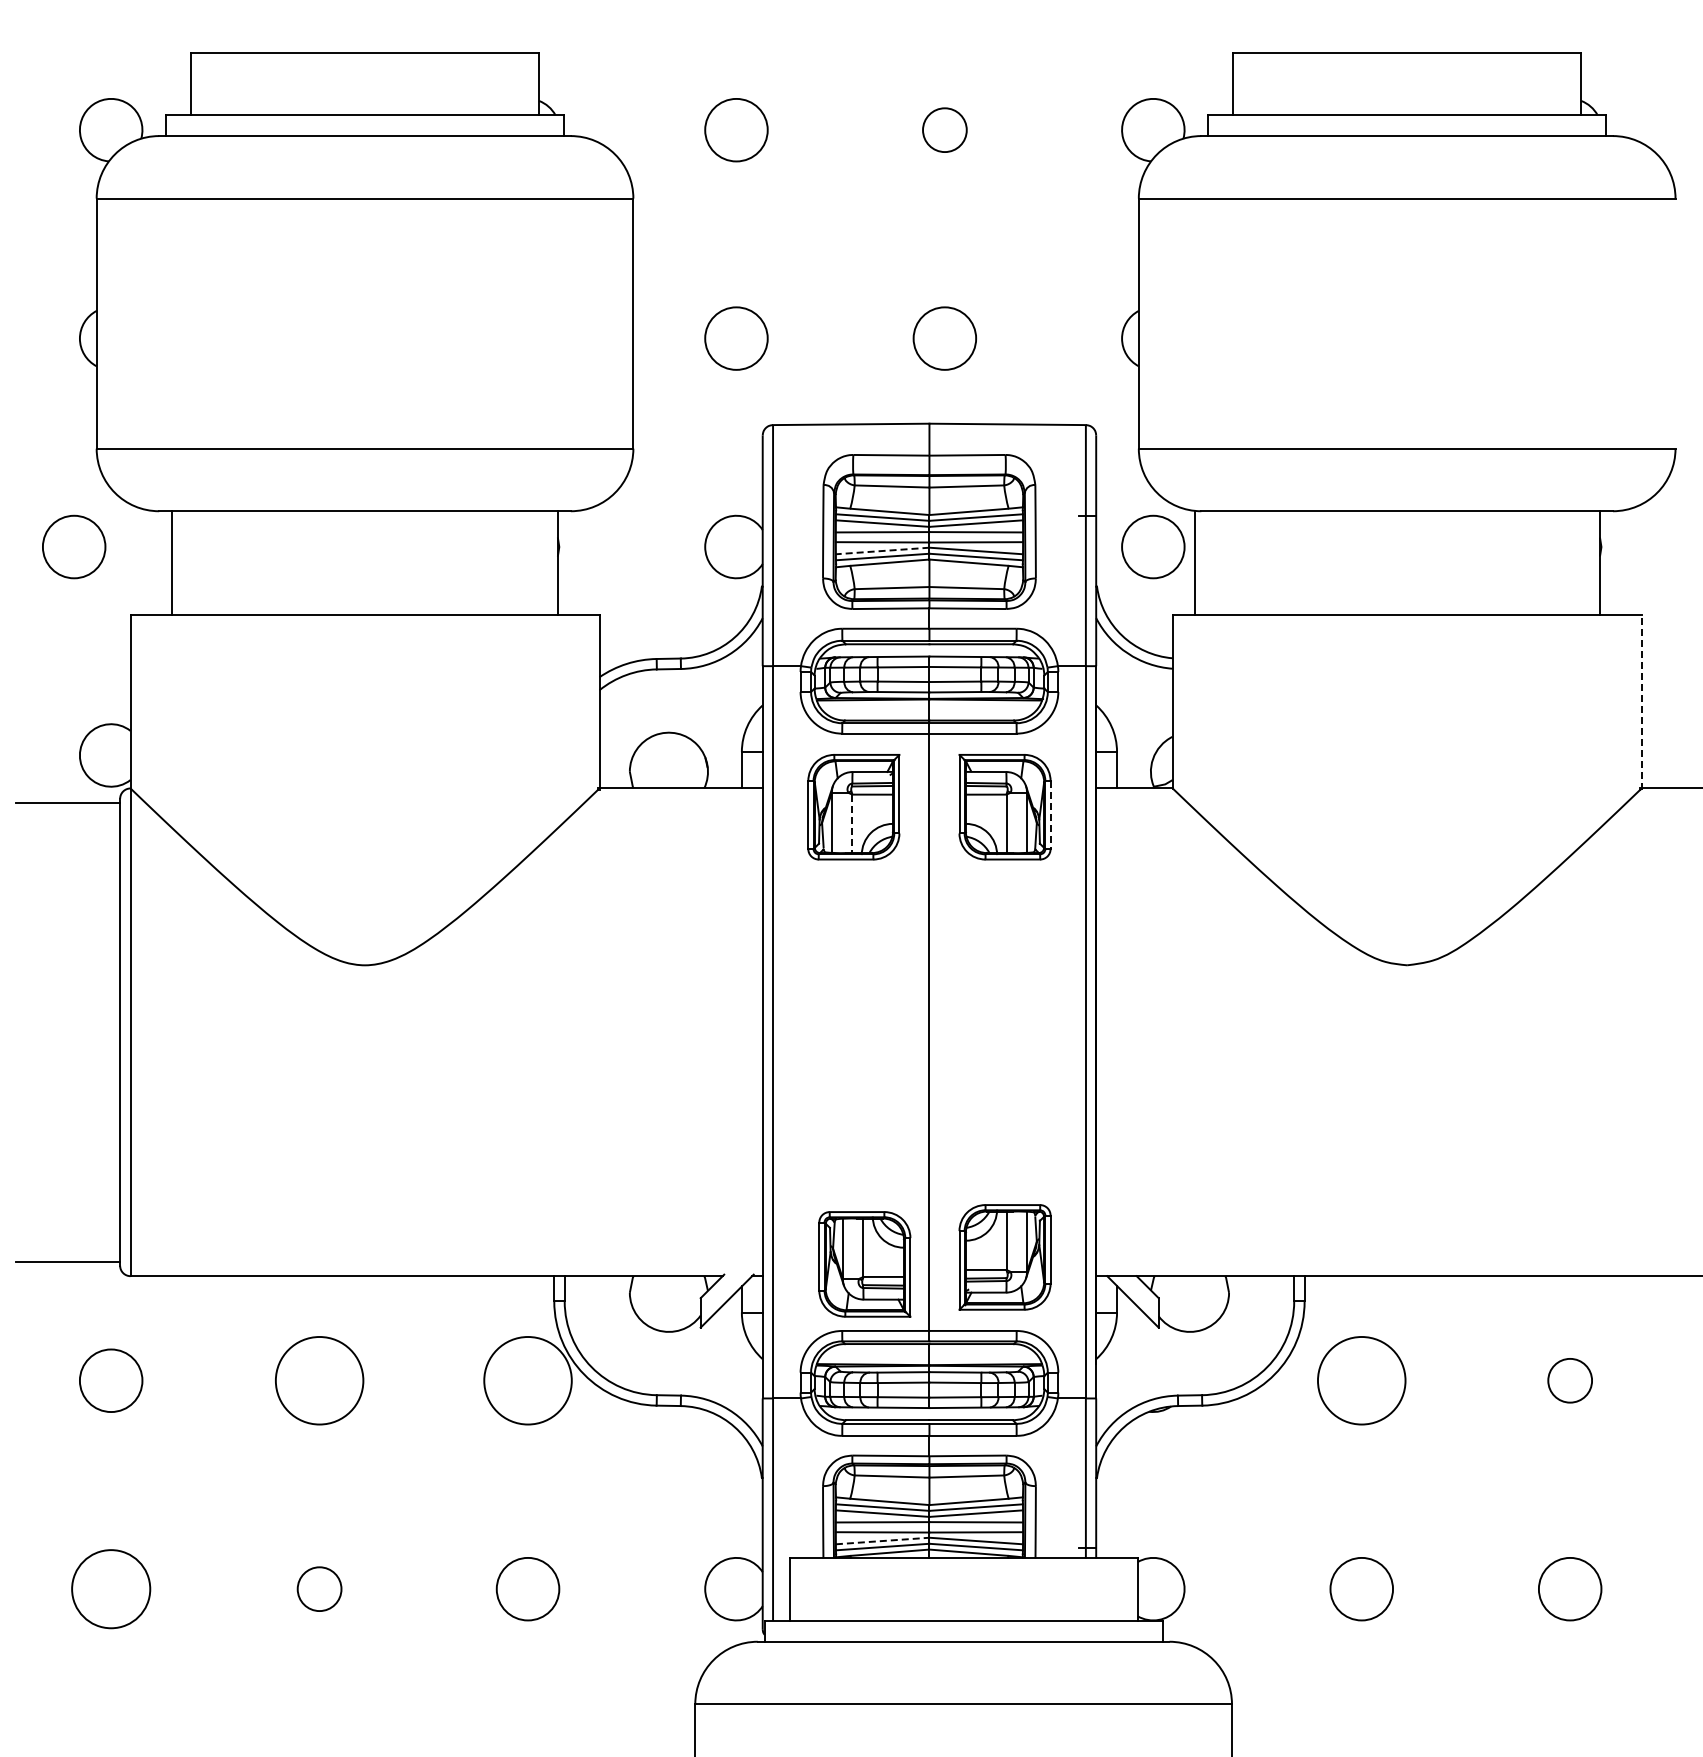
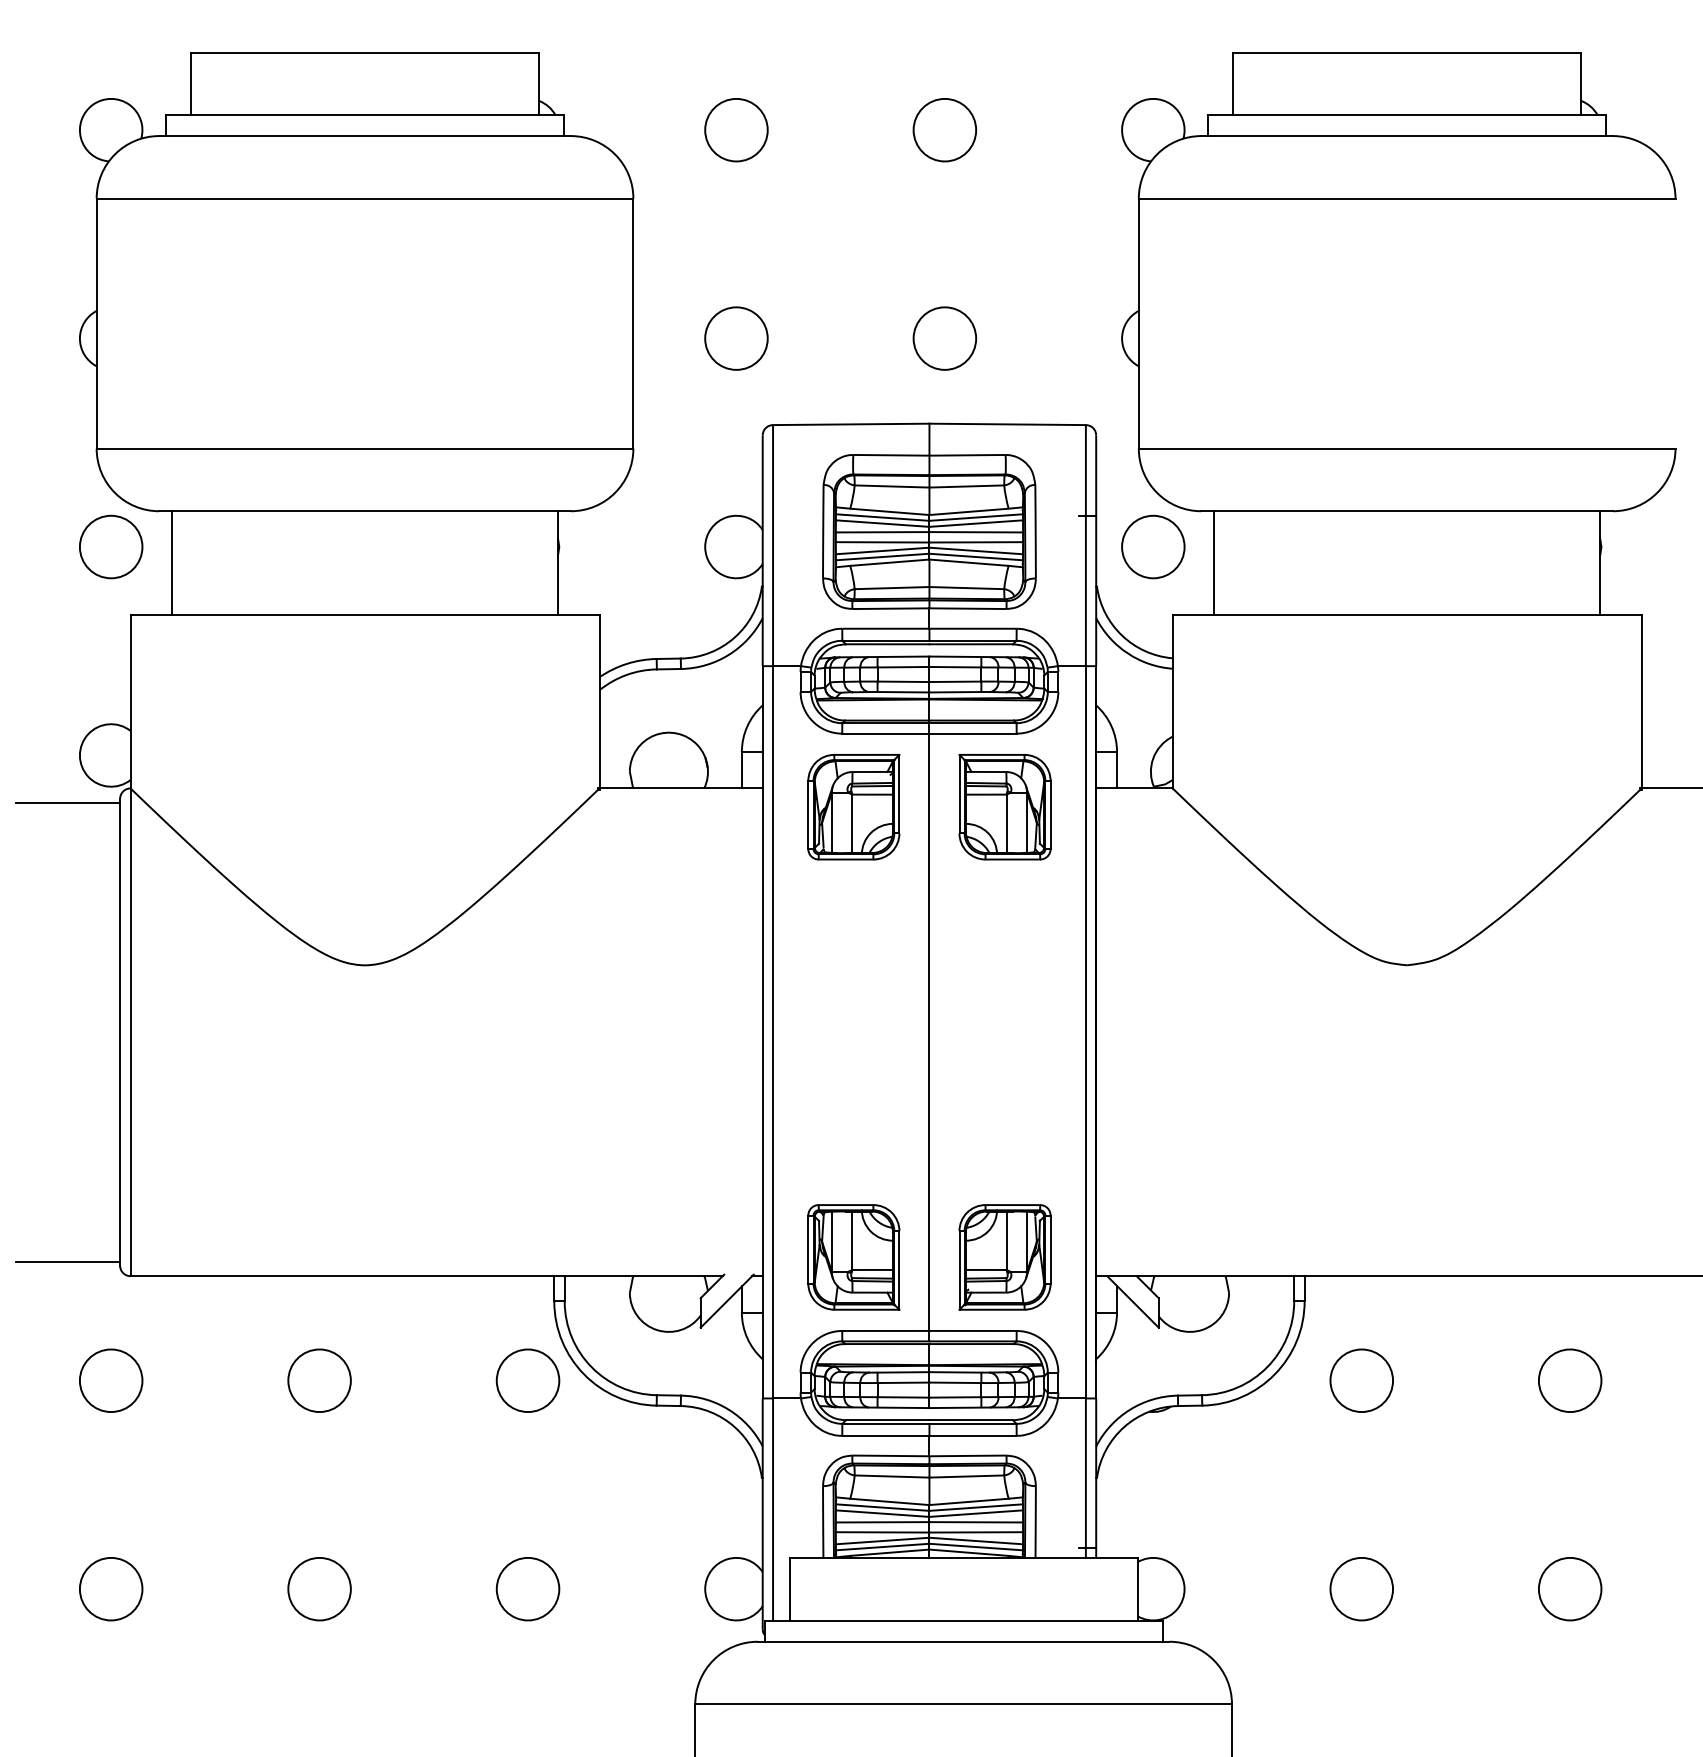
circle at (944, 130) diameter: 44 px -> 63 px
circle at (74, 546) position: (74, 546) -> (111, 546)
line at (882, 550): dashed -> solid
line at (1195, 563) position: (1195, 563) -> (1214, 563)
line at (1641, 702): dashed -> solid
line at (1050, 815): dashed -> solid
line at (852, 824): dashed -> solid
part at (864, 1264) position: (864, 1264) -> (853, 1257)
circle at (319, 1380) diameter: 88 px -> 63 px
circle at (527, 1380) diameter: 88 px -> 63 px
circle at (1361, 1380) diameter: 88 px -> 63 px
circle at (1570, 1380) diameter: 44 px -> 63 px
line at (882, 1541): dashed -> solid
circle at (111, 1589) diameter: 78 px -> 63 px
circle at (319, 1589) diameter: 44 px -> 63 px
